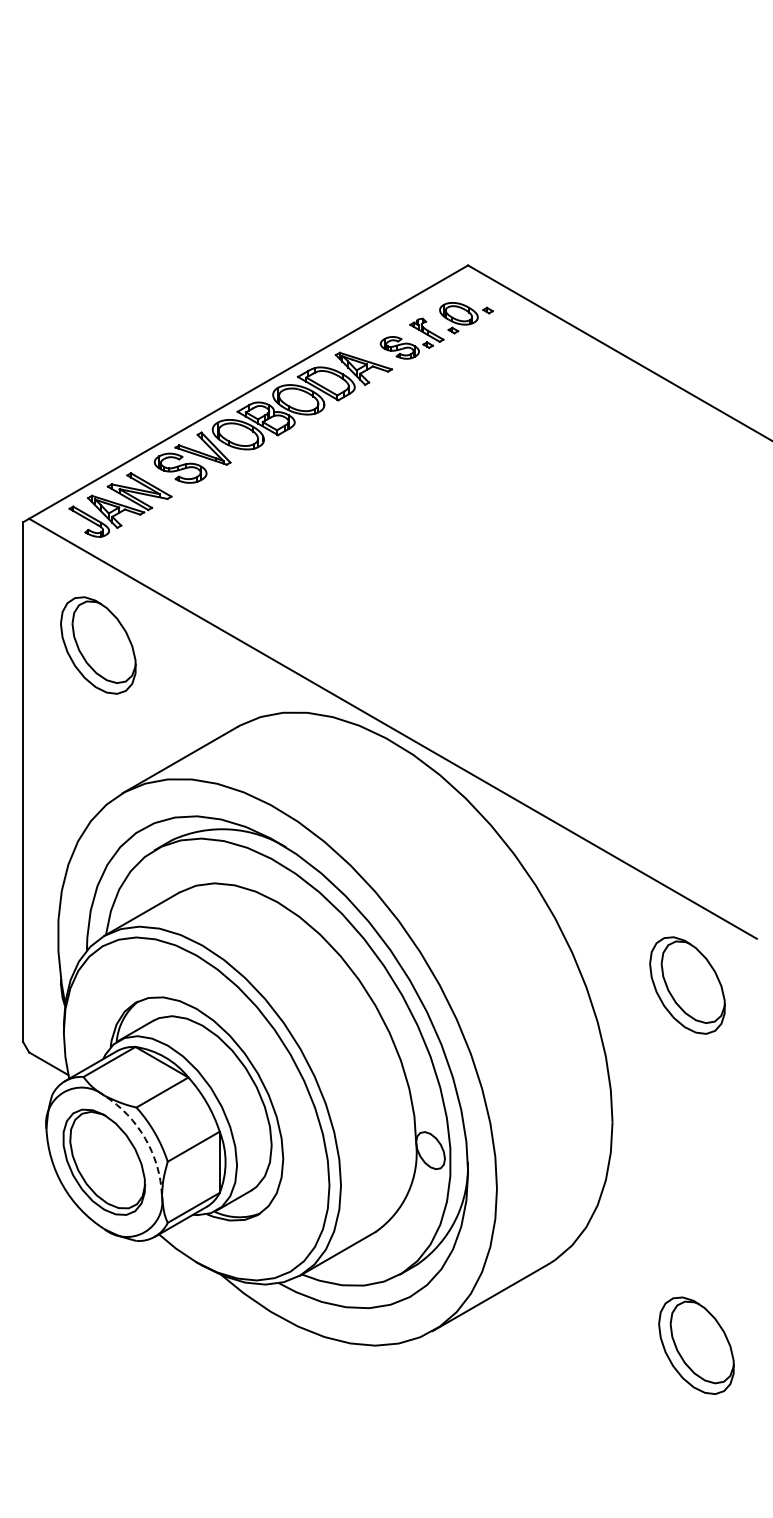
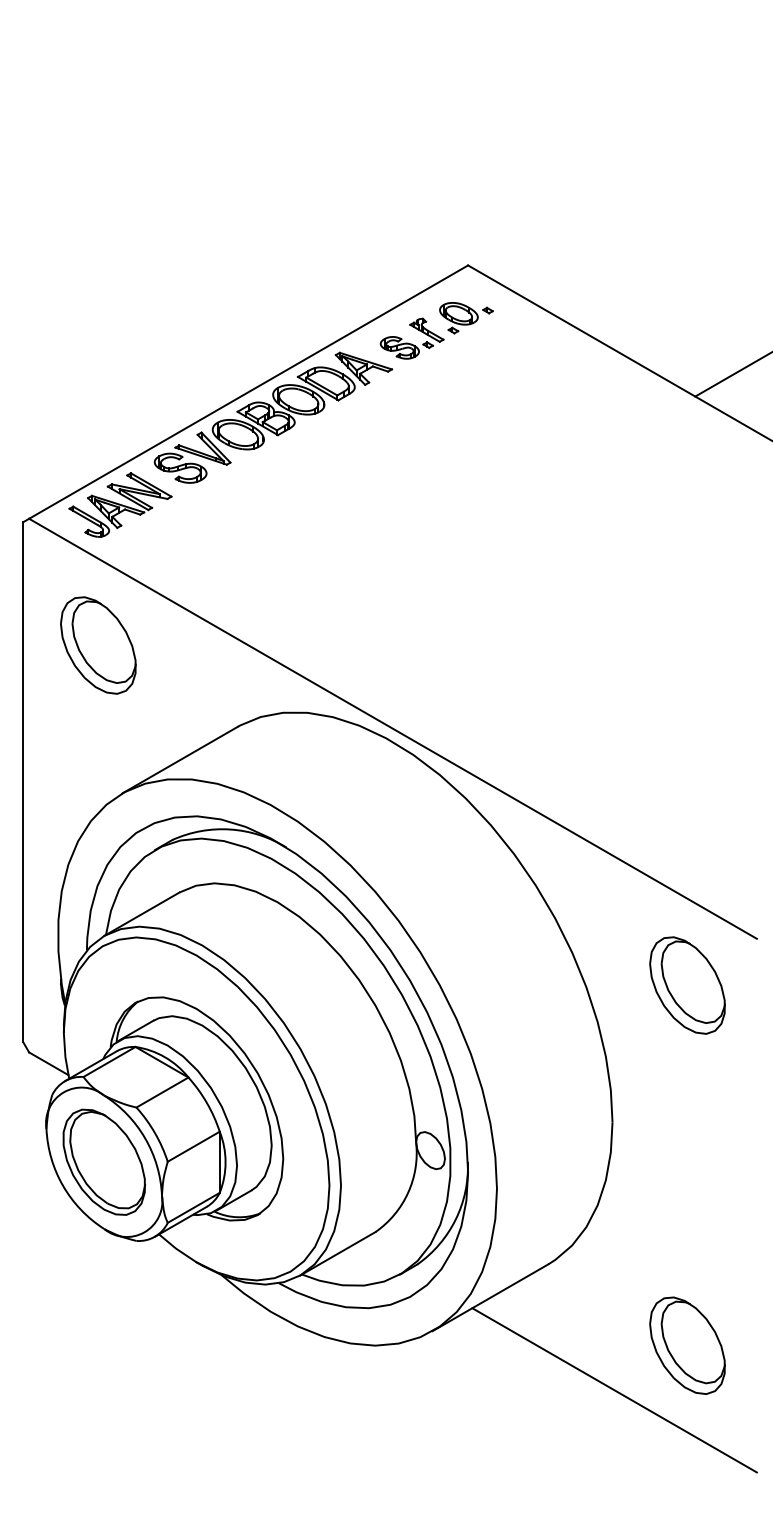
line at (732, 374): none -> present
arc at (145, 1138): dashed -> solid
part at (696, 1345) position: (696, 1345) -> (687, 1345)
line at (614, 1390): none -> present
